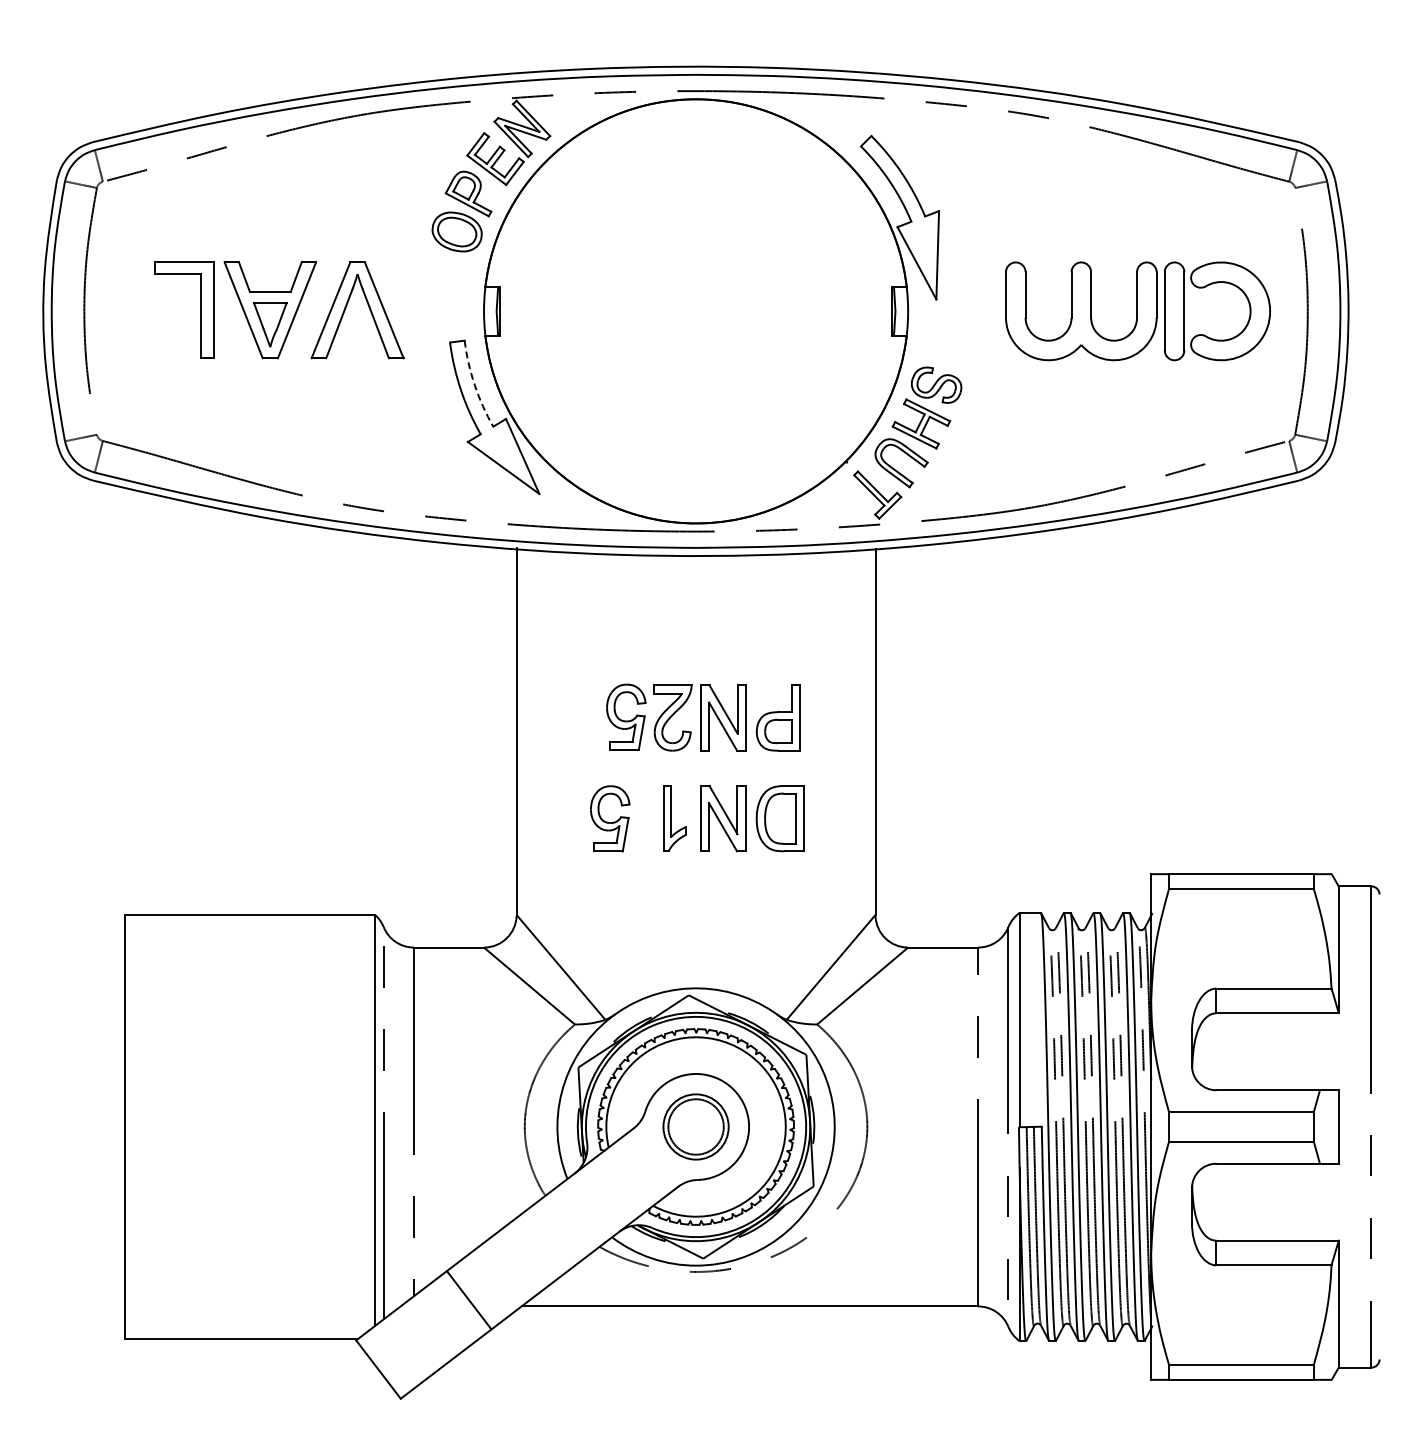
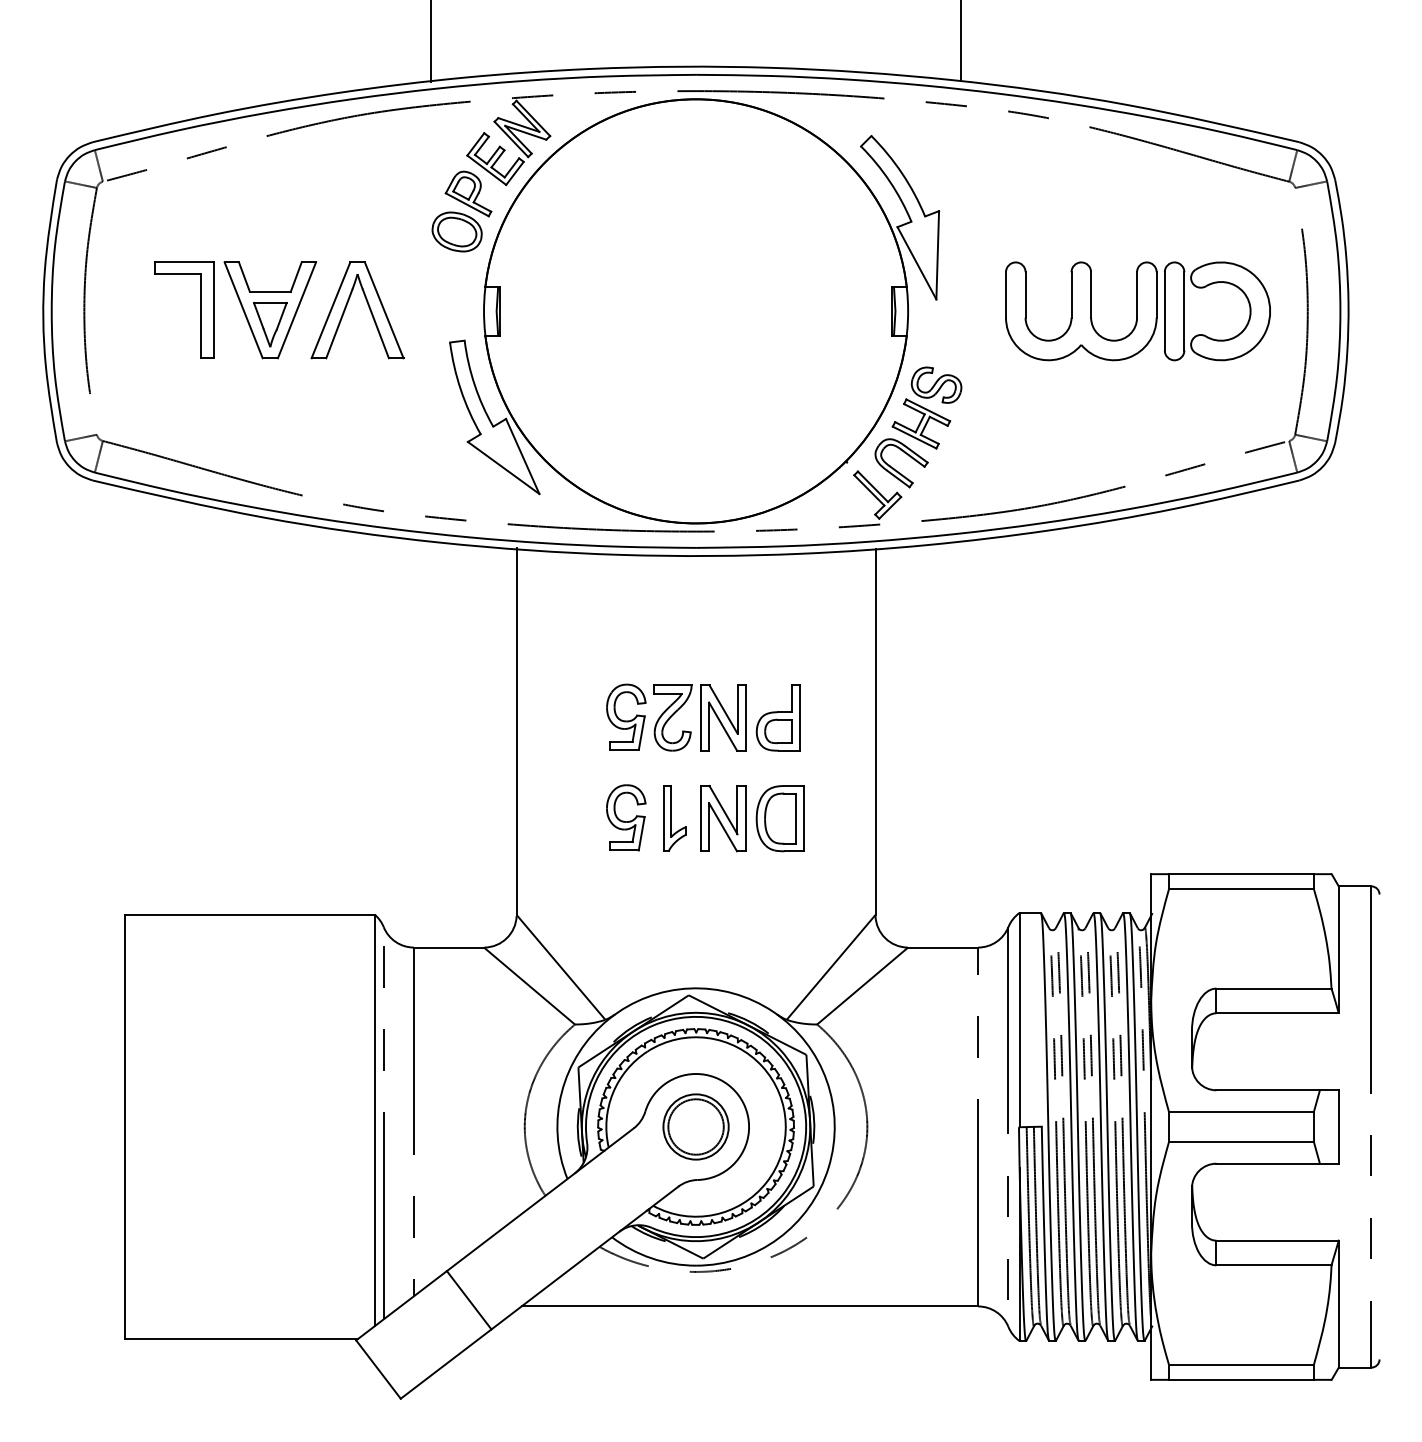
line at (431, 41): none -> present
line at (961, 41): none -> present
arc at (474, 385): dashed -> solid
part at (610, 818) position: (610, 818) -> (626, 817)
